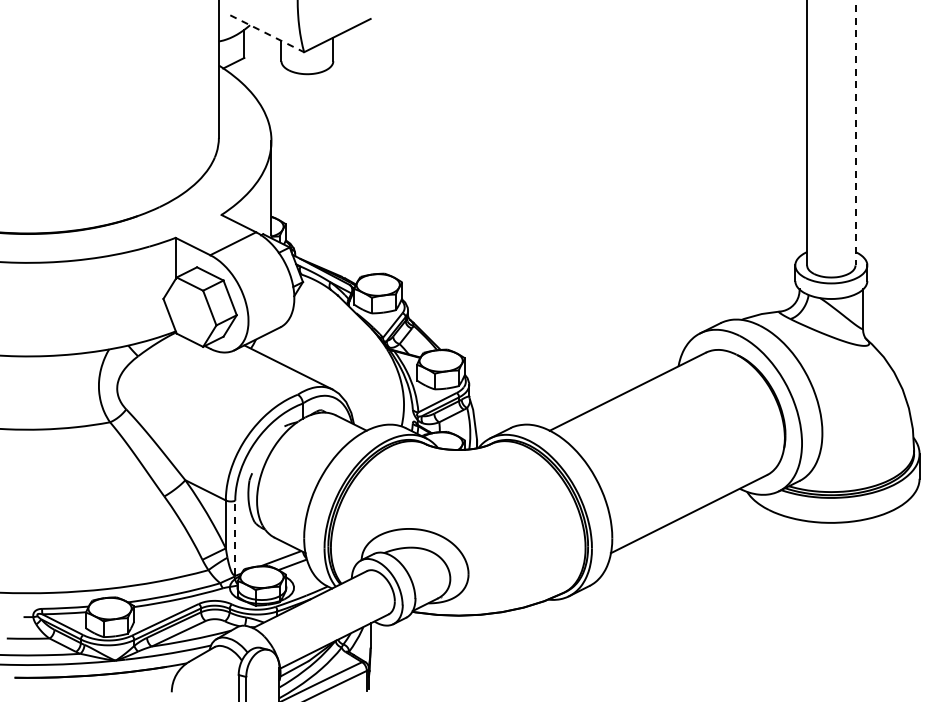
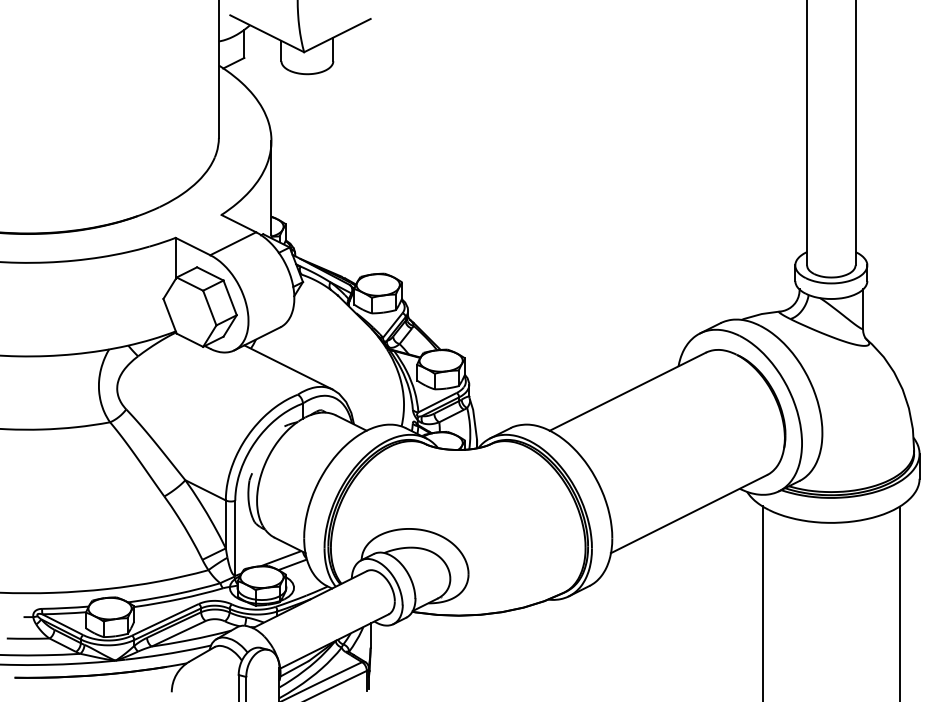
line at (267, 34): dashed -> solid
line at (855, 132): dashed -> solid
line at (235, 537): dashed -> solid
line at (762, 602): none -> present
line at (899, 602): none -> present
